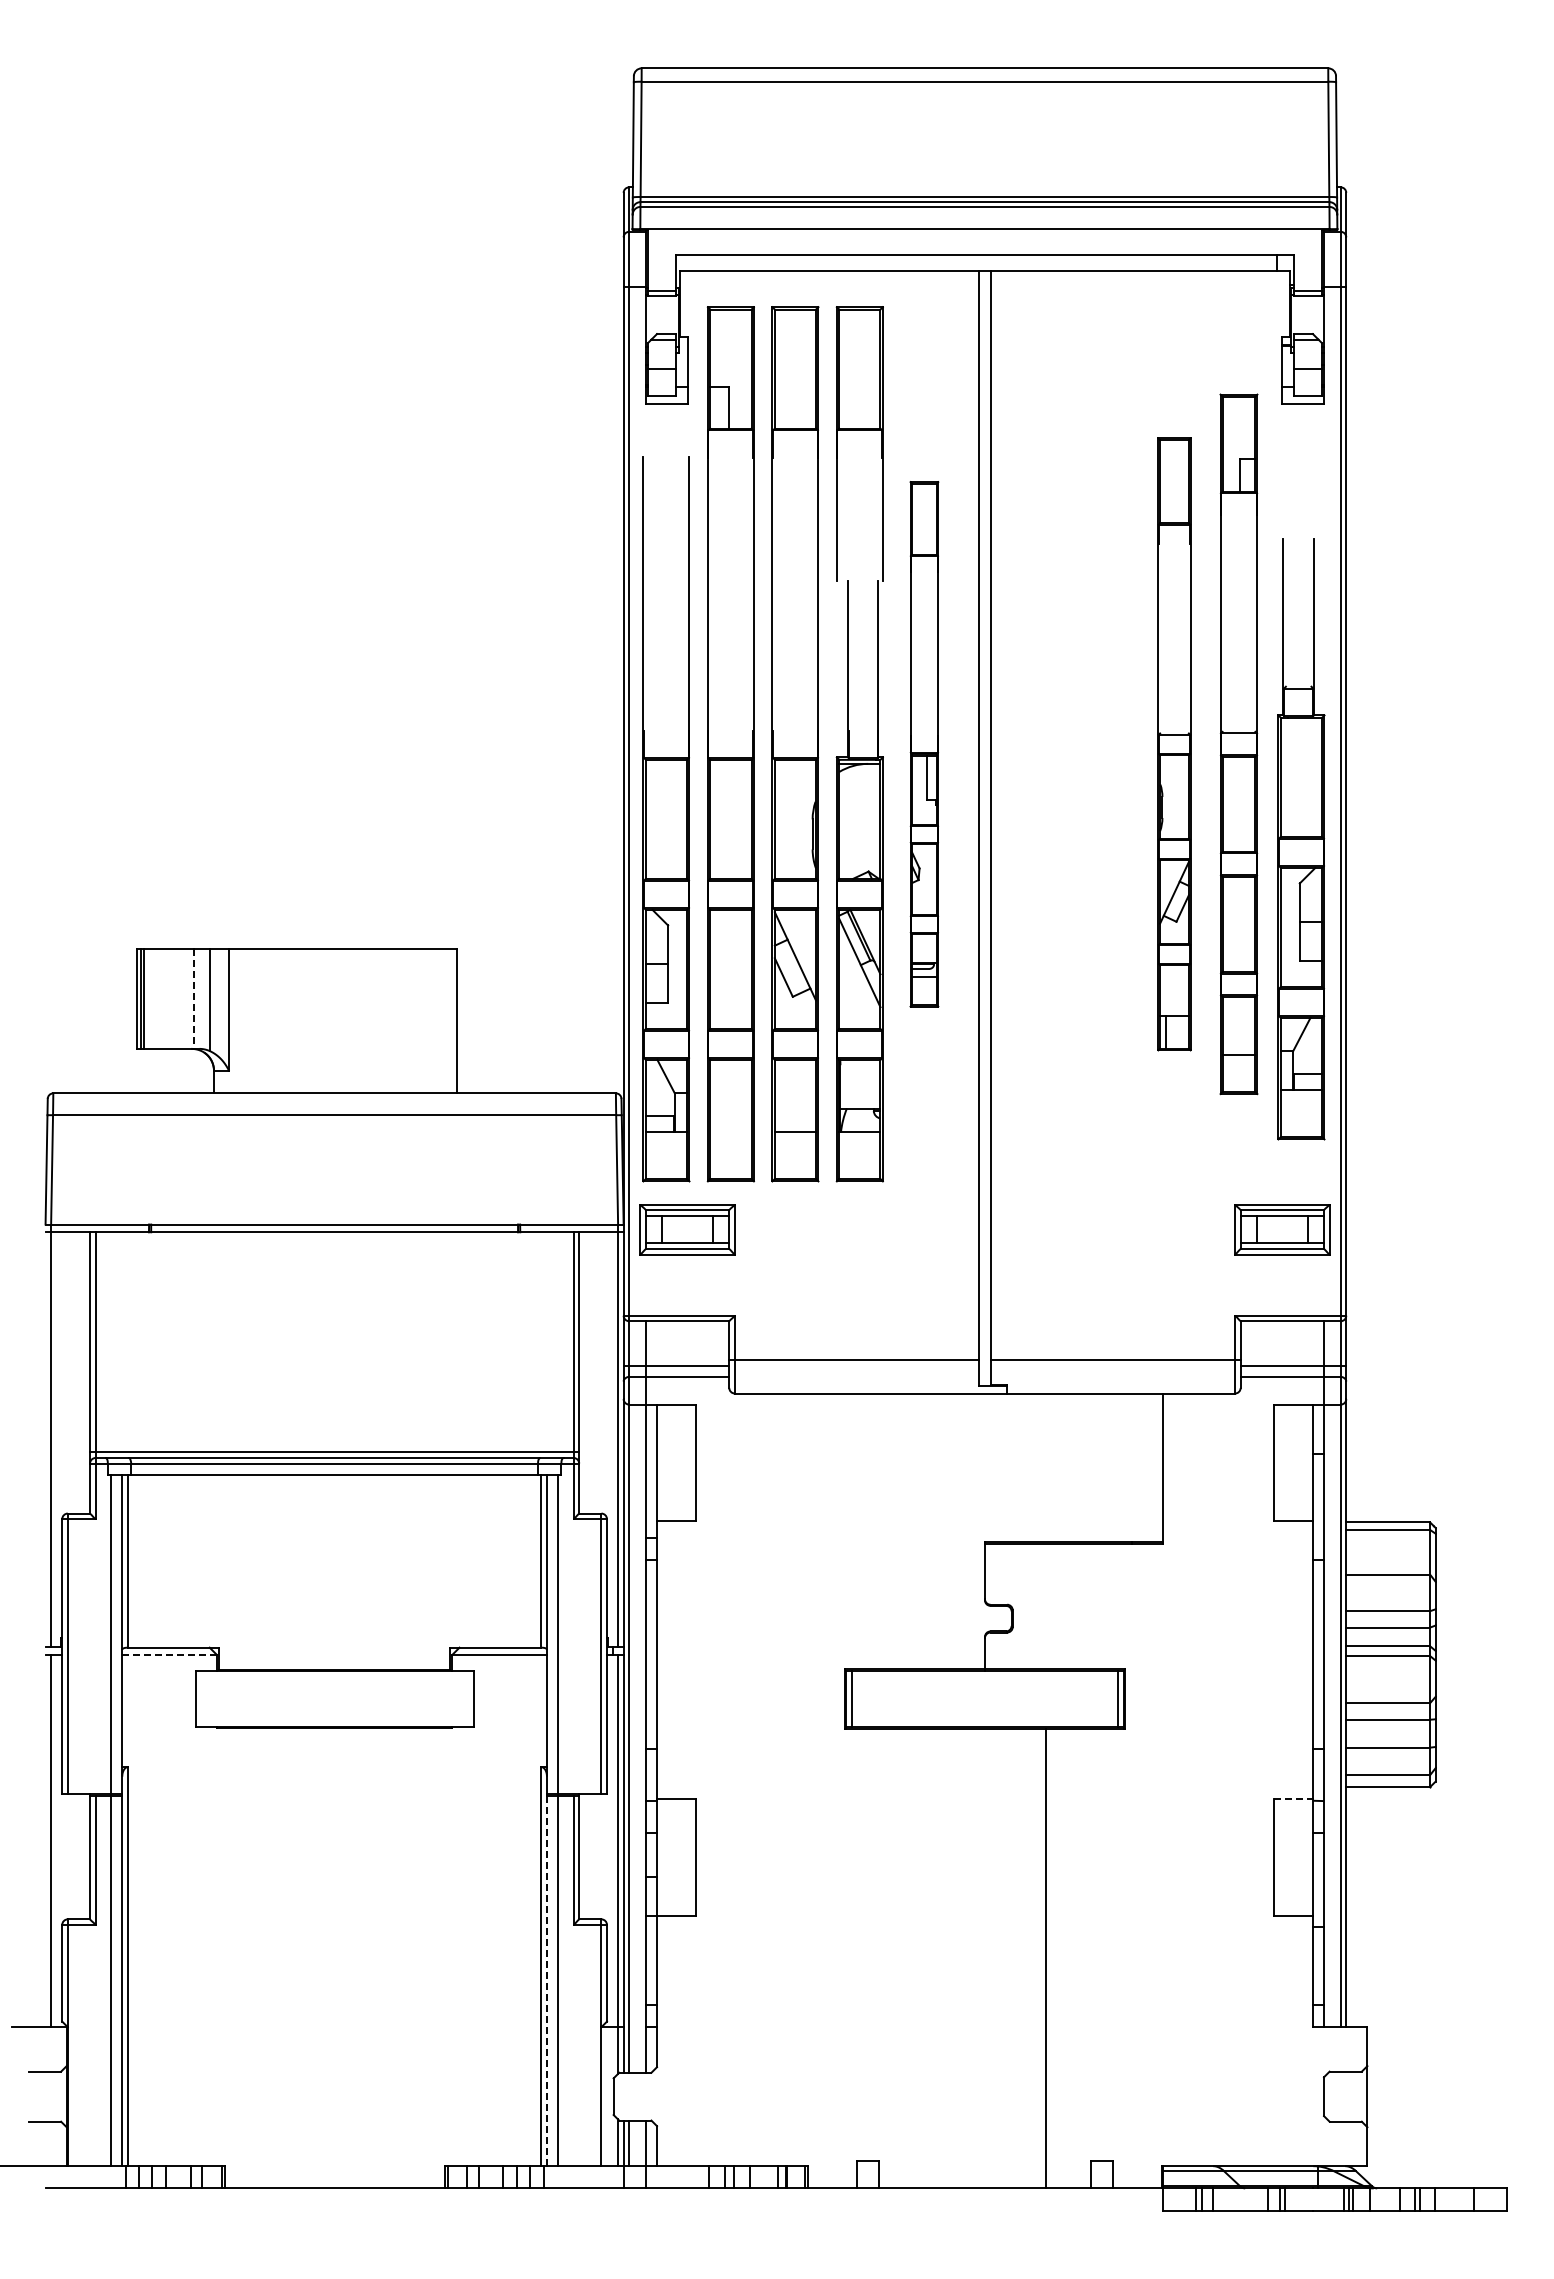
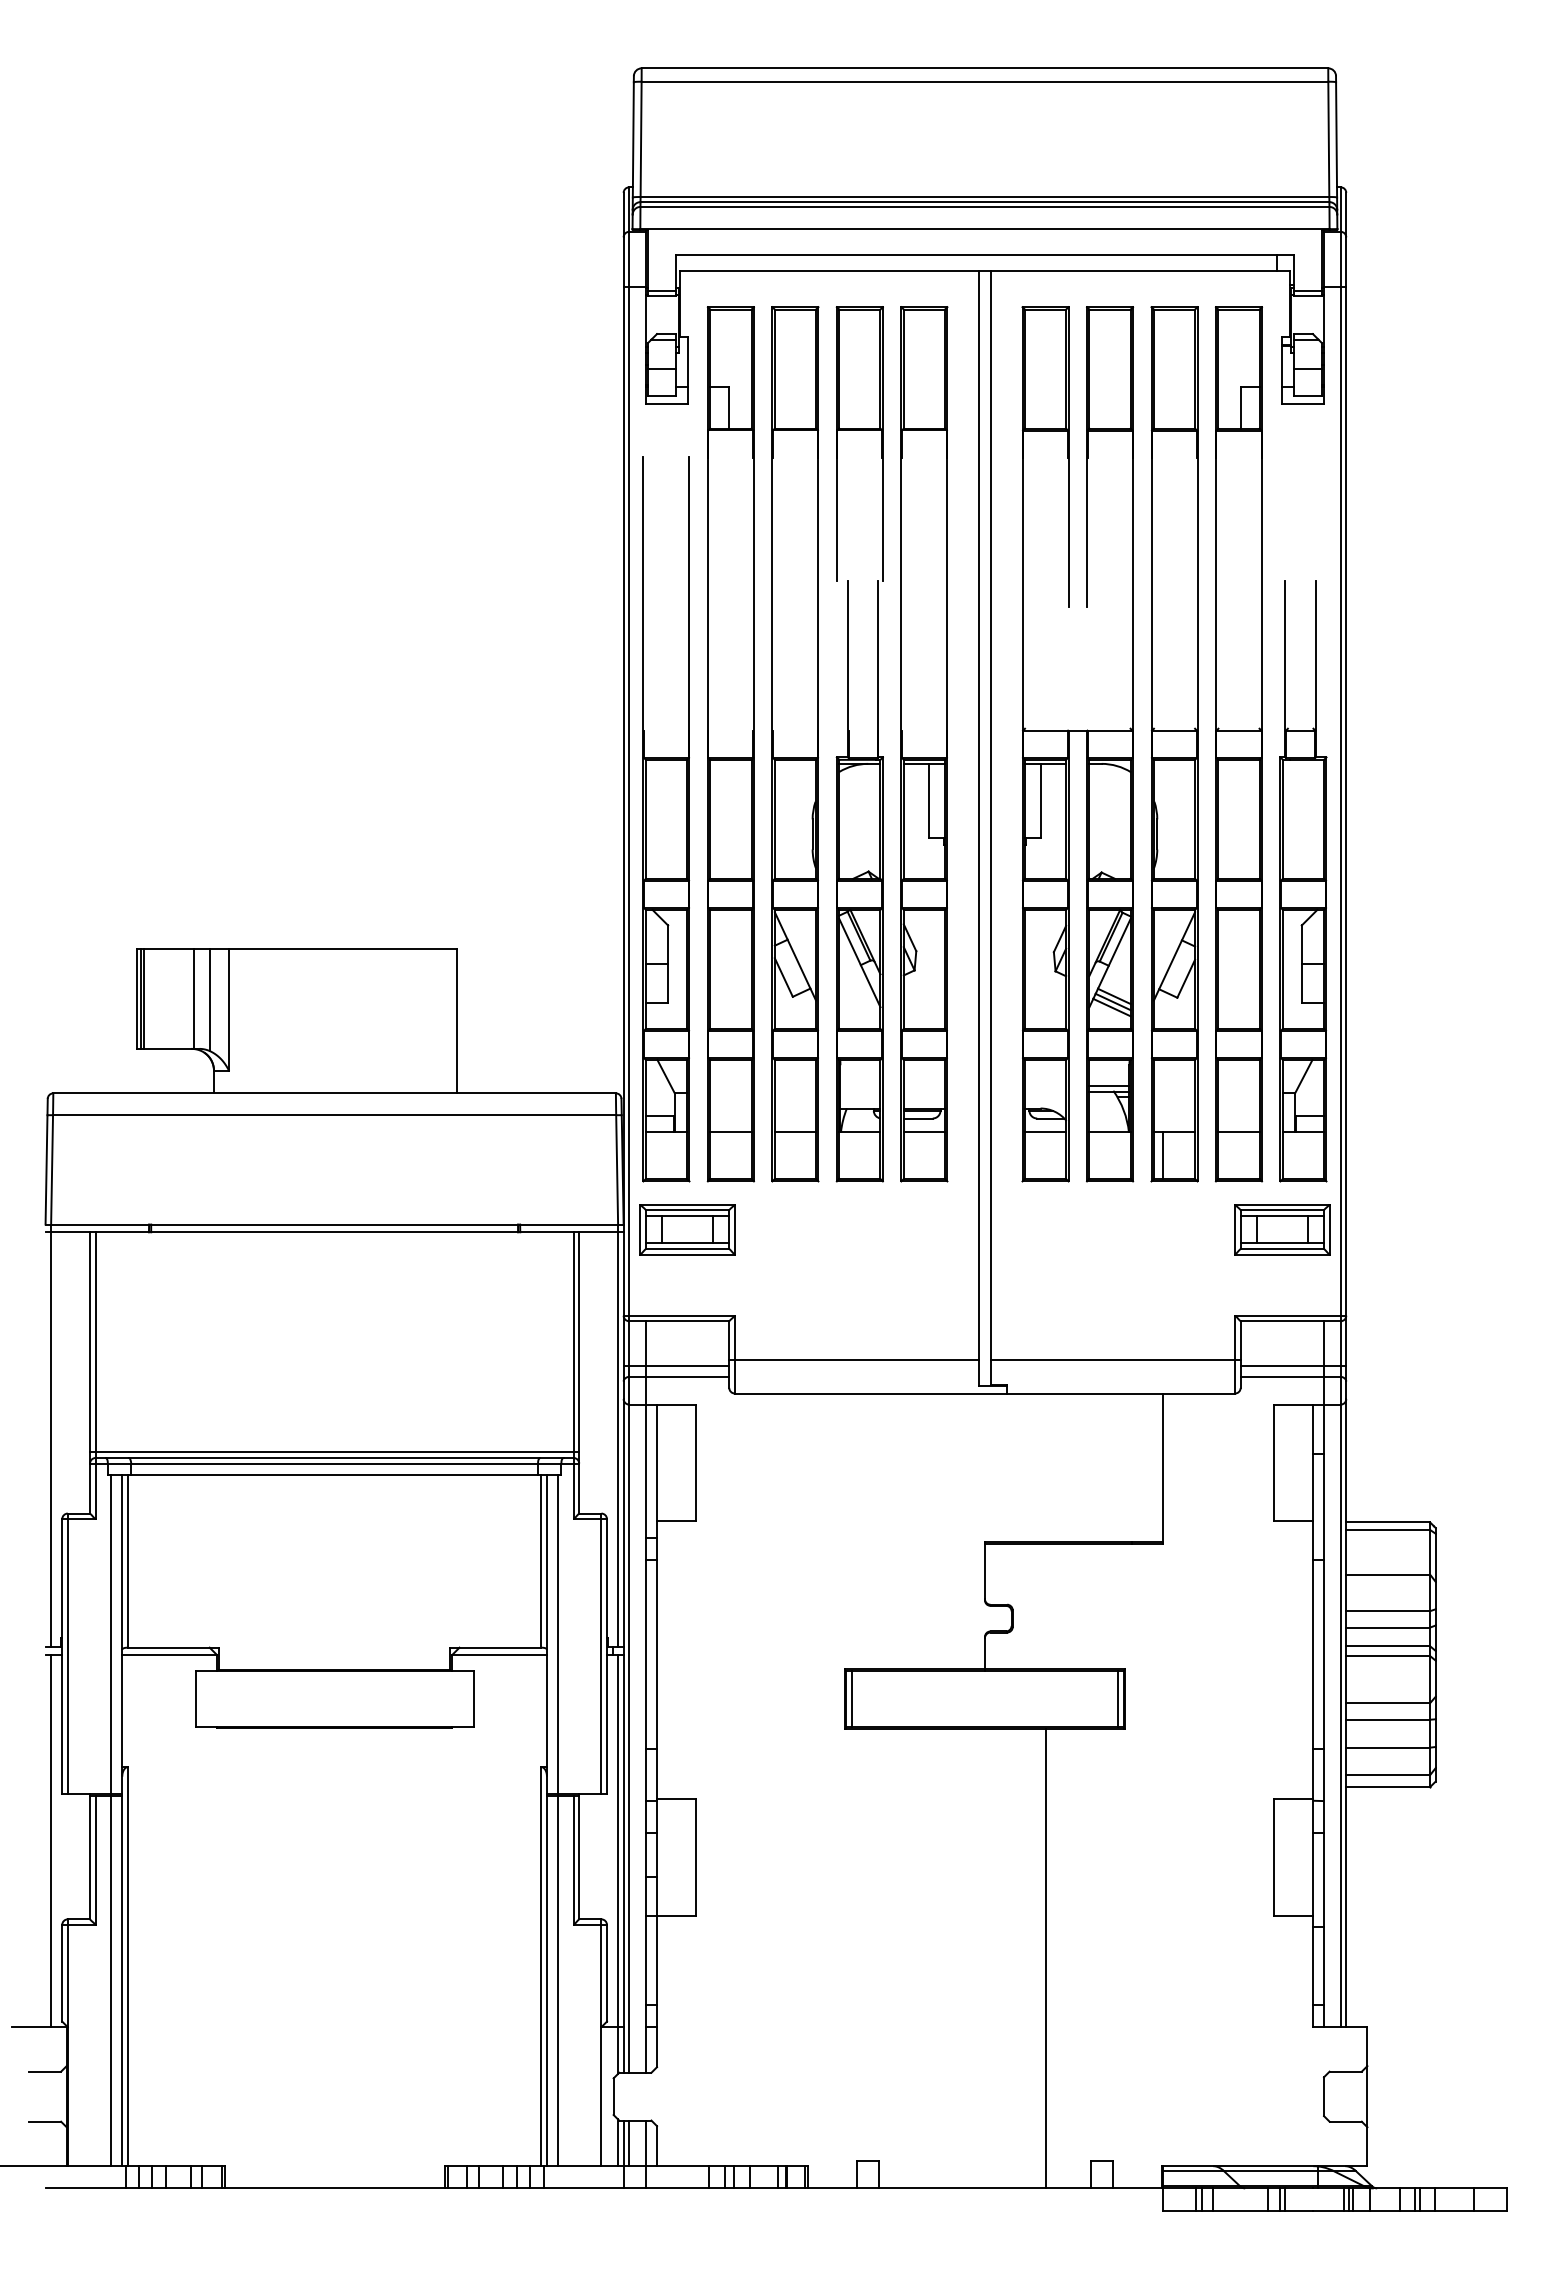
part at (924, 744) size: 31x527 px -> 49x877 px
part at (1069, 744): none -> present
part at (1174, 744) size: 35x615 px -> 49x877 px
part at (1238, 744) size: 40x703 px -> 50x877 px
part at (1301, 839) position: (1301, 839) -> (1303, 881)
line at (193, 999): dashed -> solid
line at (730, 1132): none -> present
line at (170, 1654): dashed -> solid
line at (1293, 1799): dashed -> solid
line at (546, 1980): dashed -> solid
